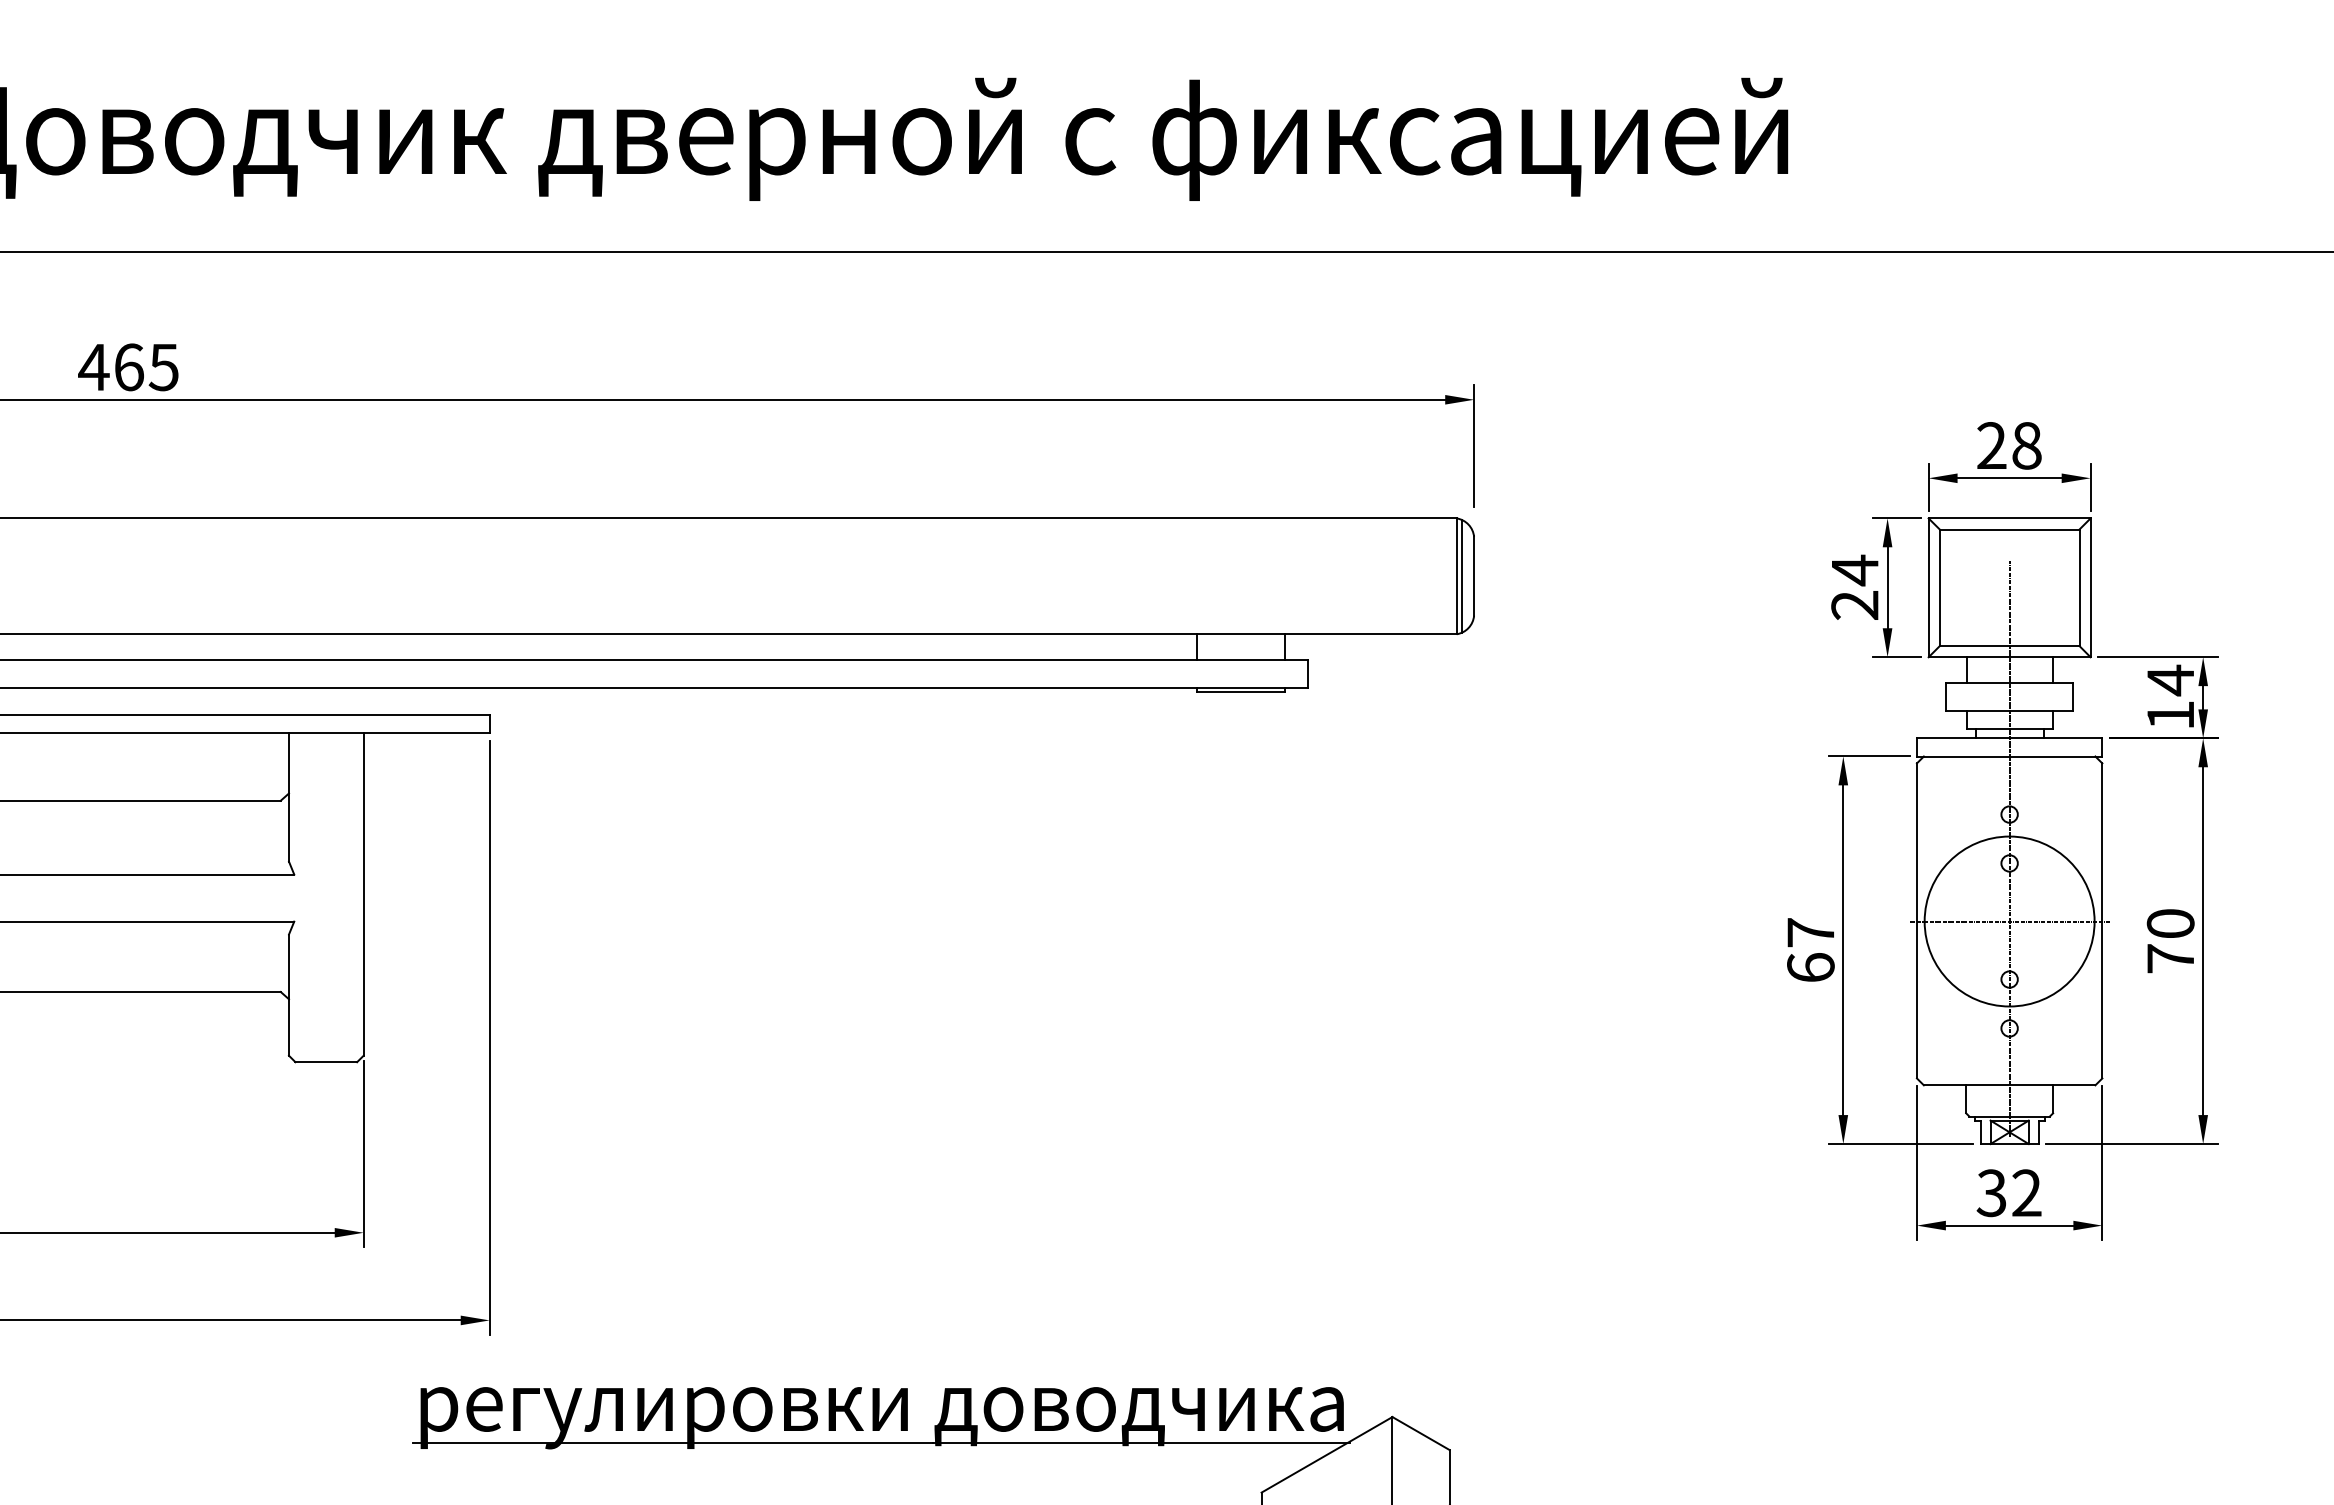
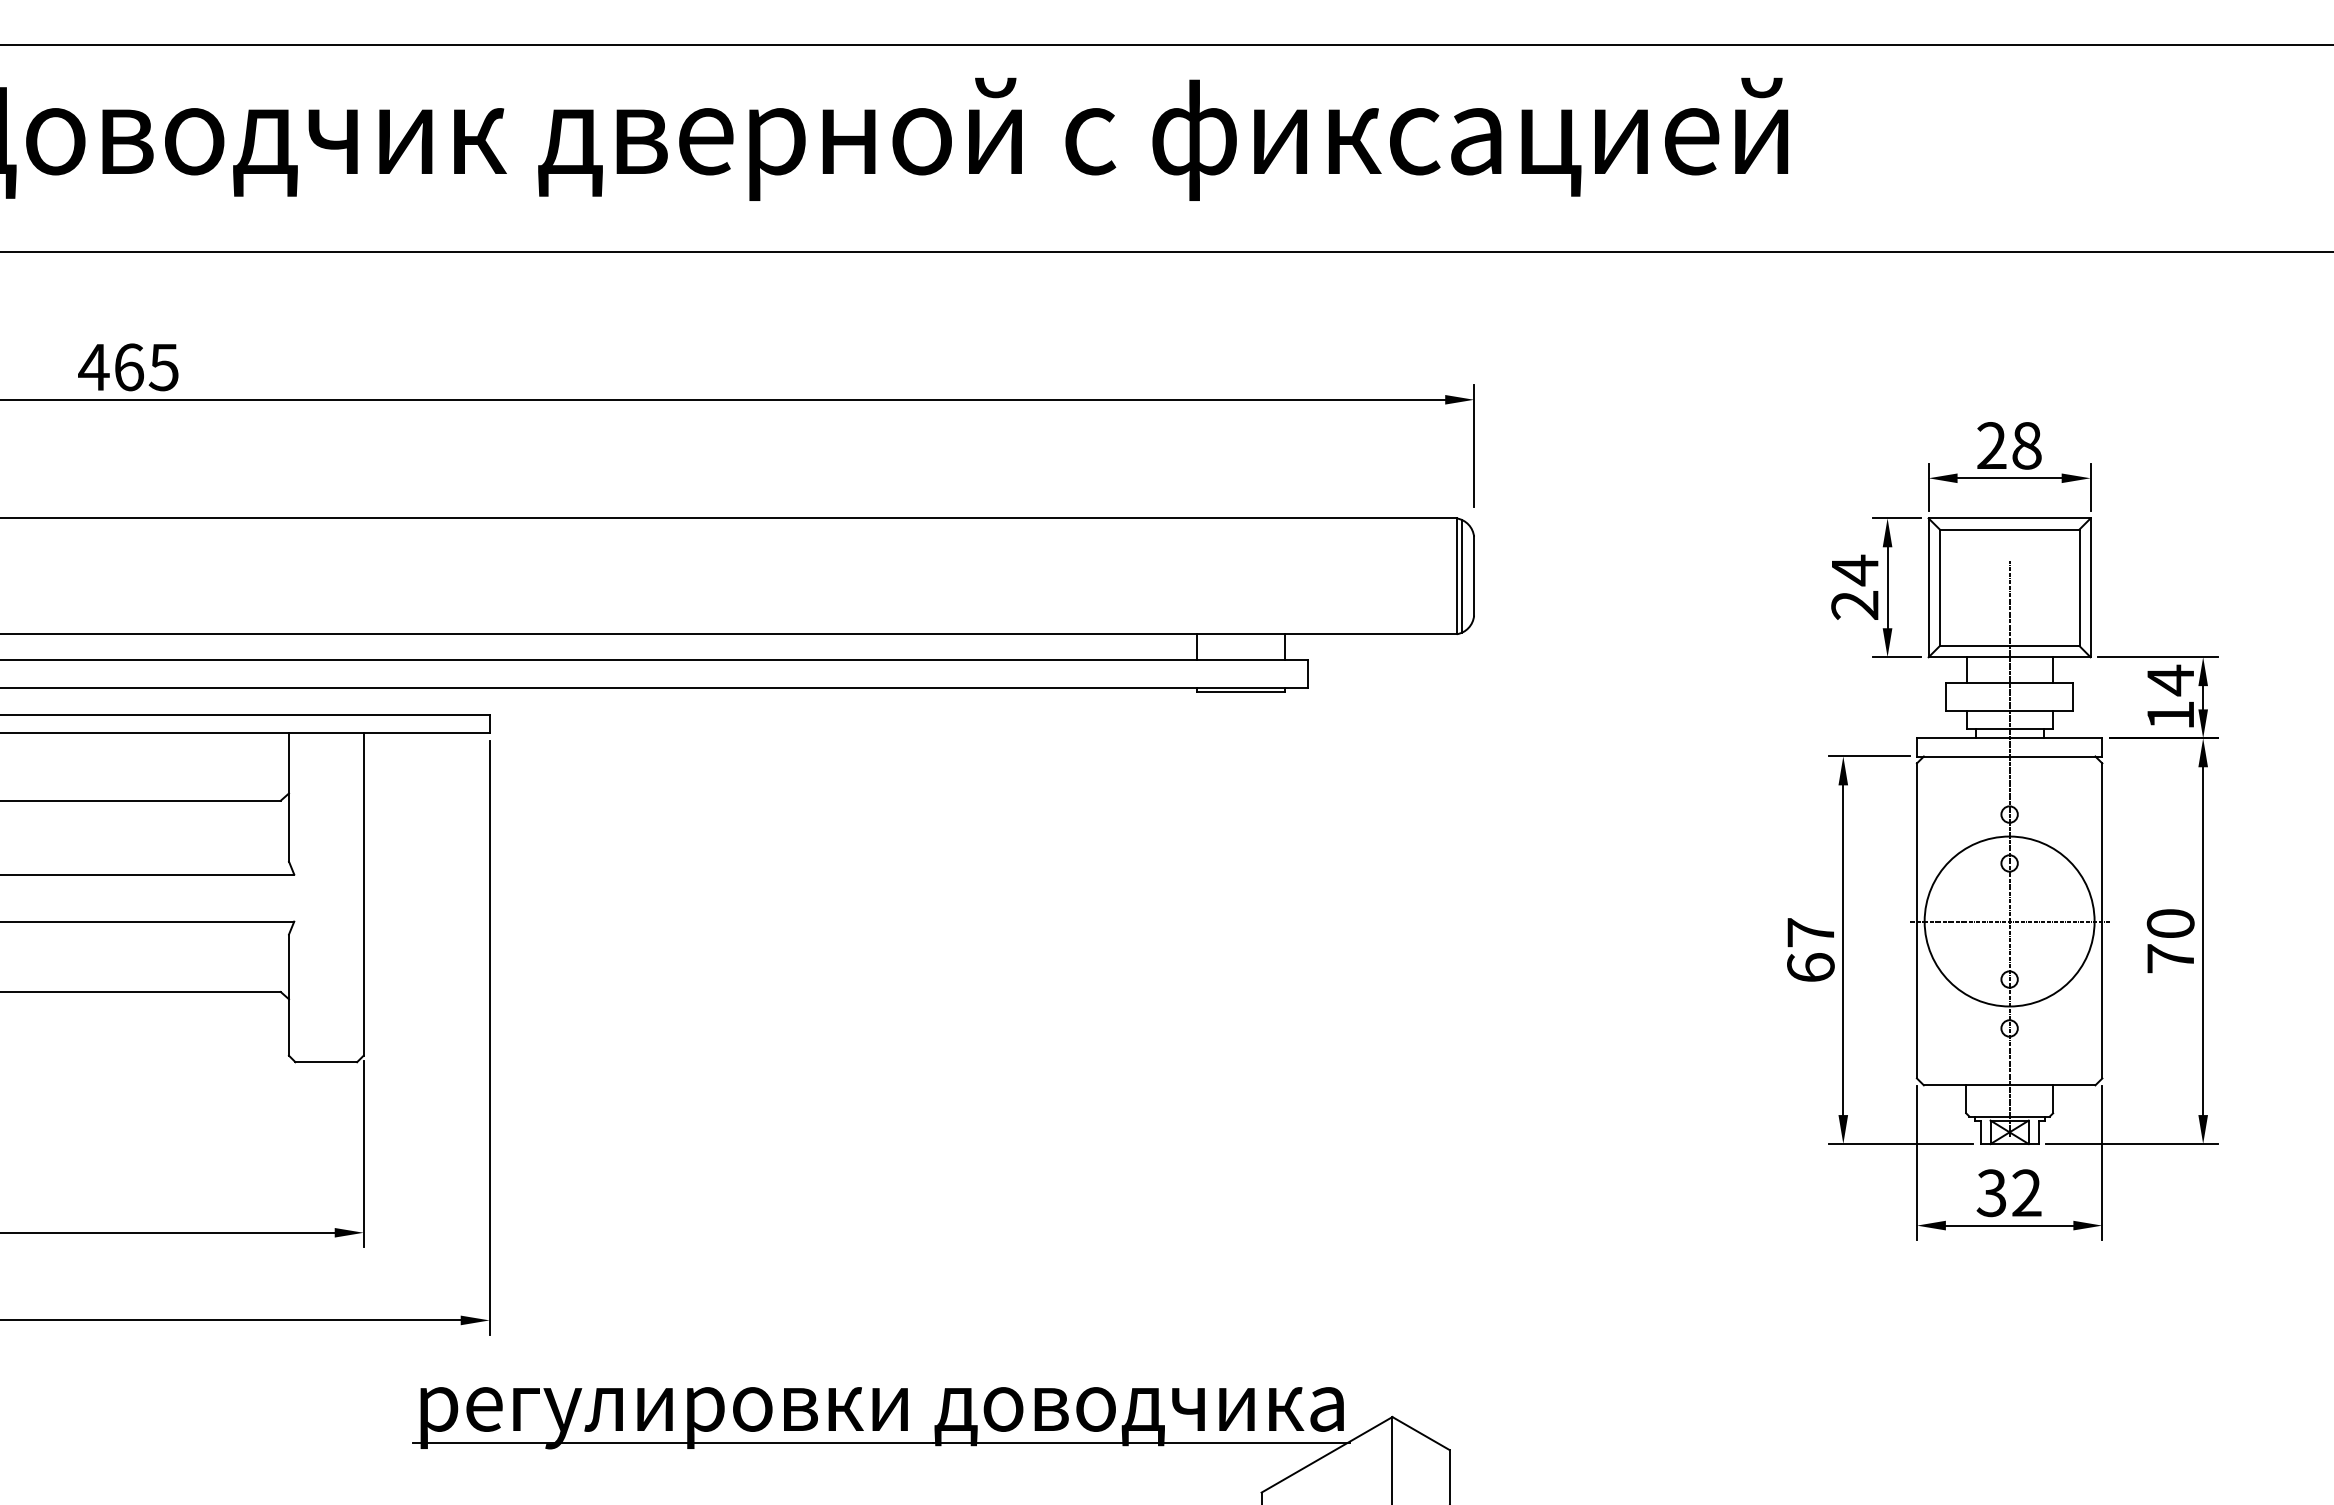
line at (1166, 45): none -> present
